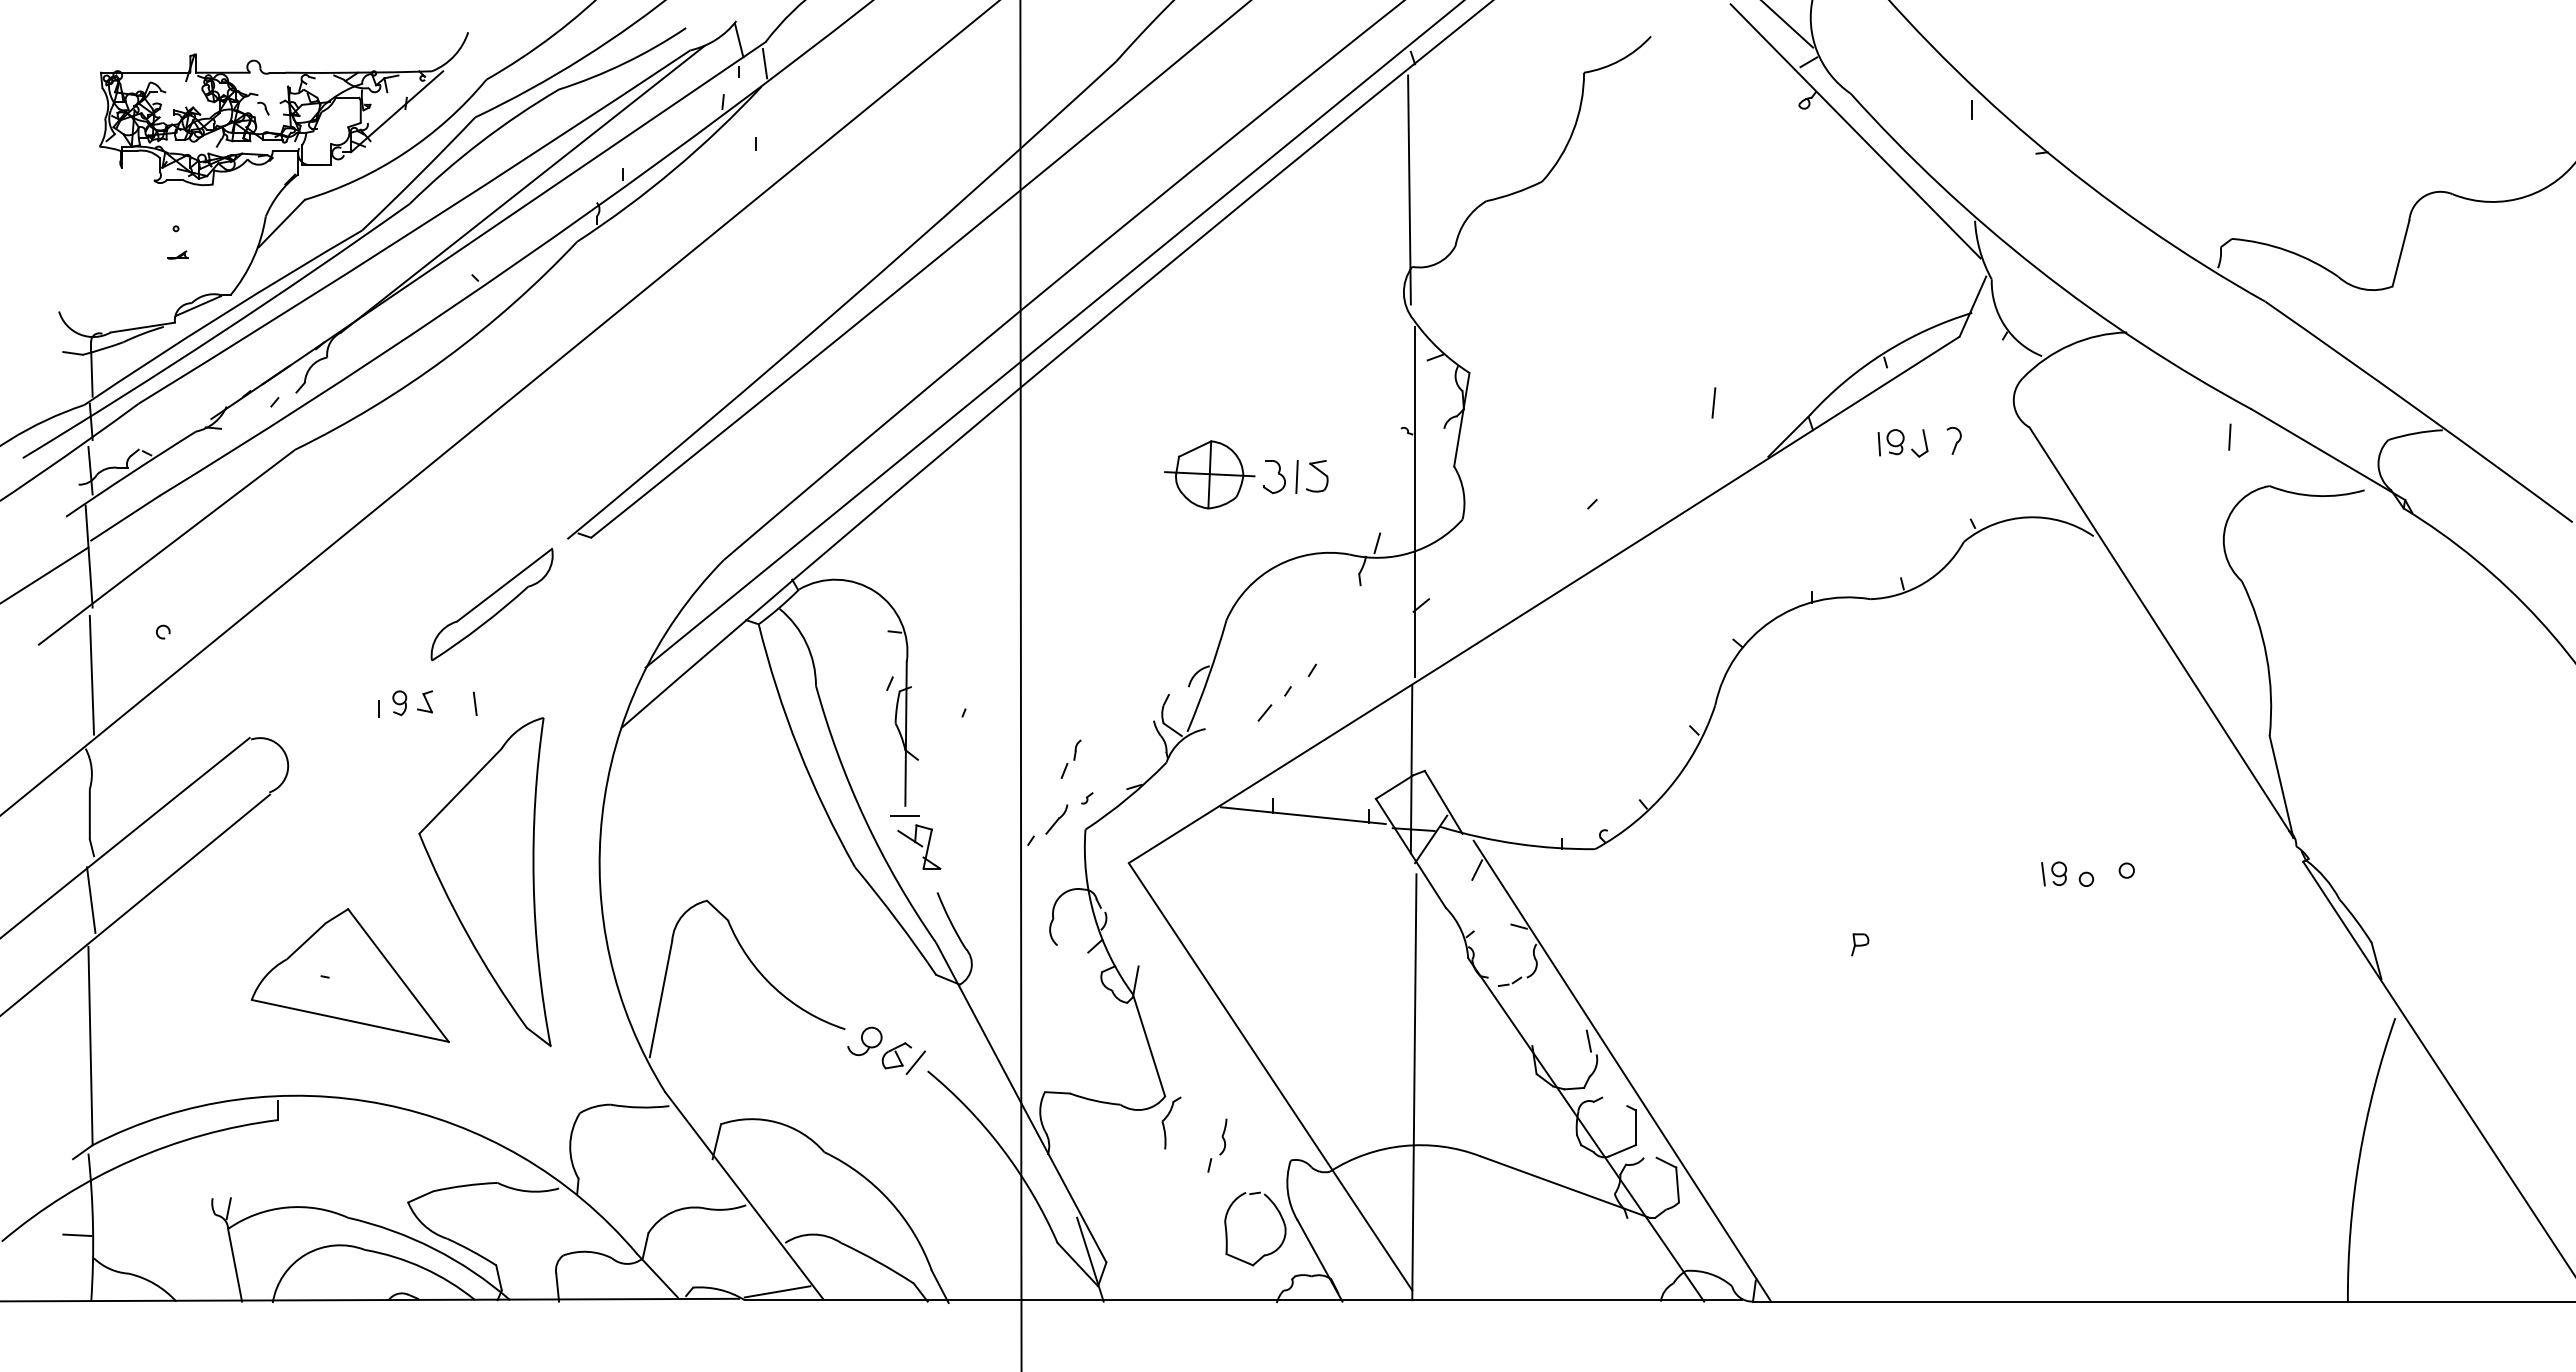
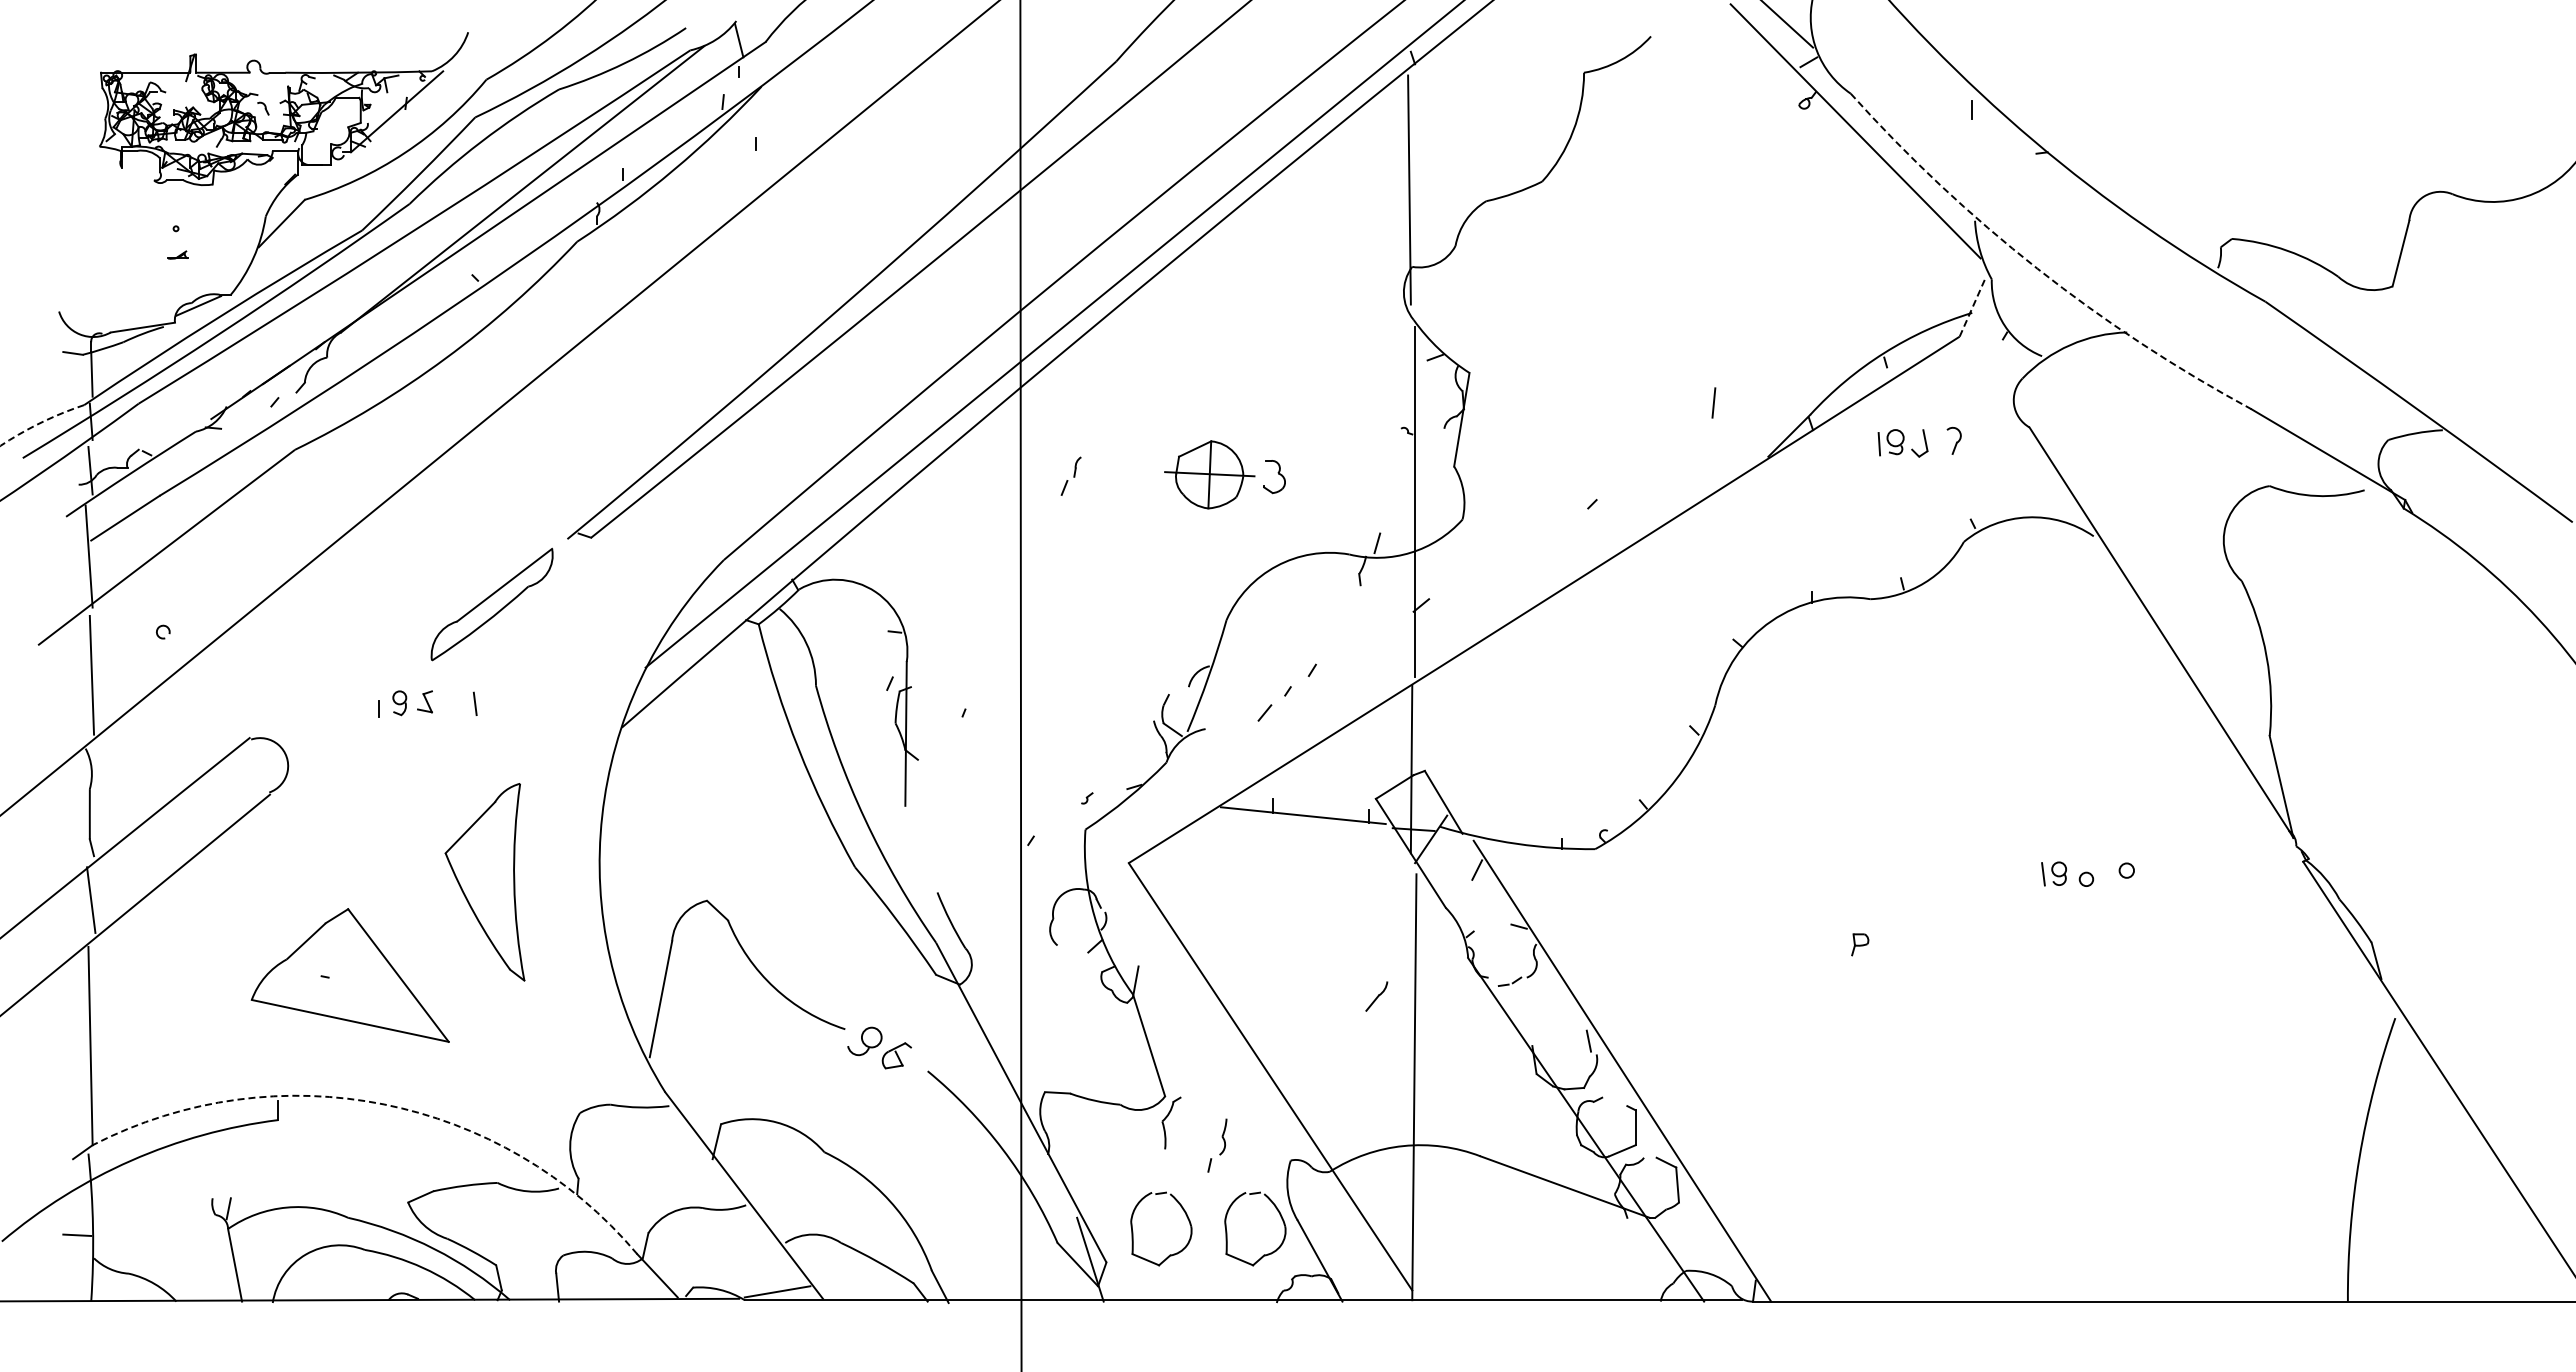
line at (764, 63): present -> none
arc at (2037, 268): solid -> dashed
line at (1972, 306): solid -> dashed
arc at (40, 422): solid -> dashed
line at (2229, 436): present -> none
line at (1296, 476): present -> none
part at (1317, 476): present -> none
line at (45, 574): present -> none
part at (1070, 758) position: (1070, 758) -> (1070, 475)
line at (905, 815): present -> none
part at (1056, 819) position: (1056, 819) -> (1376, 996)
part at (919, 846): present -> none
part at (484, 882) size: 134x331 px -> 82x199 px
line at (915, 1062): present -> none
arc at (383, 1104): solid -> dashed
part at (1169, 1254): none -> present
